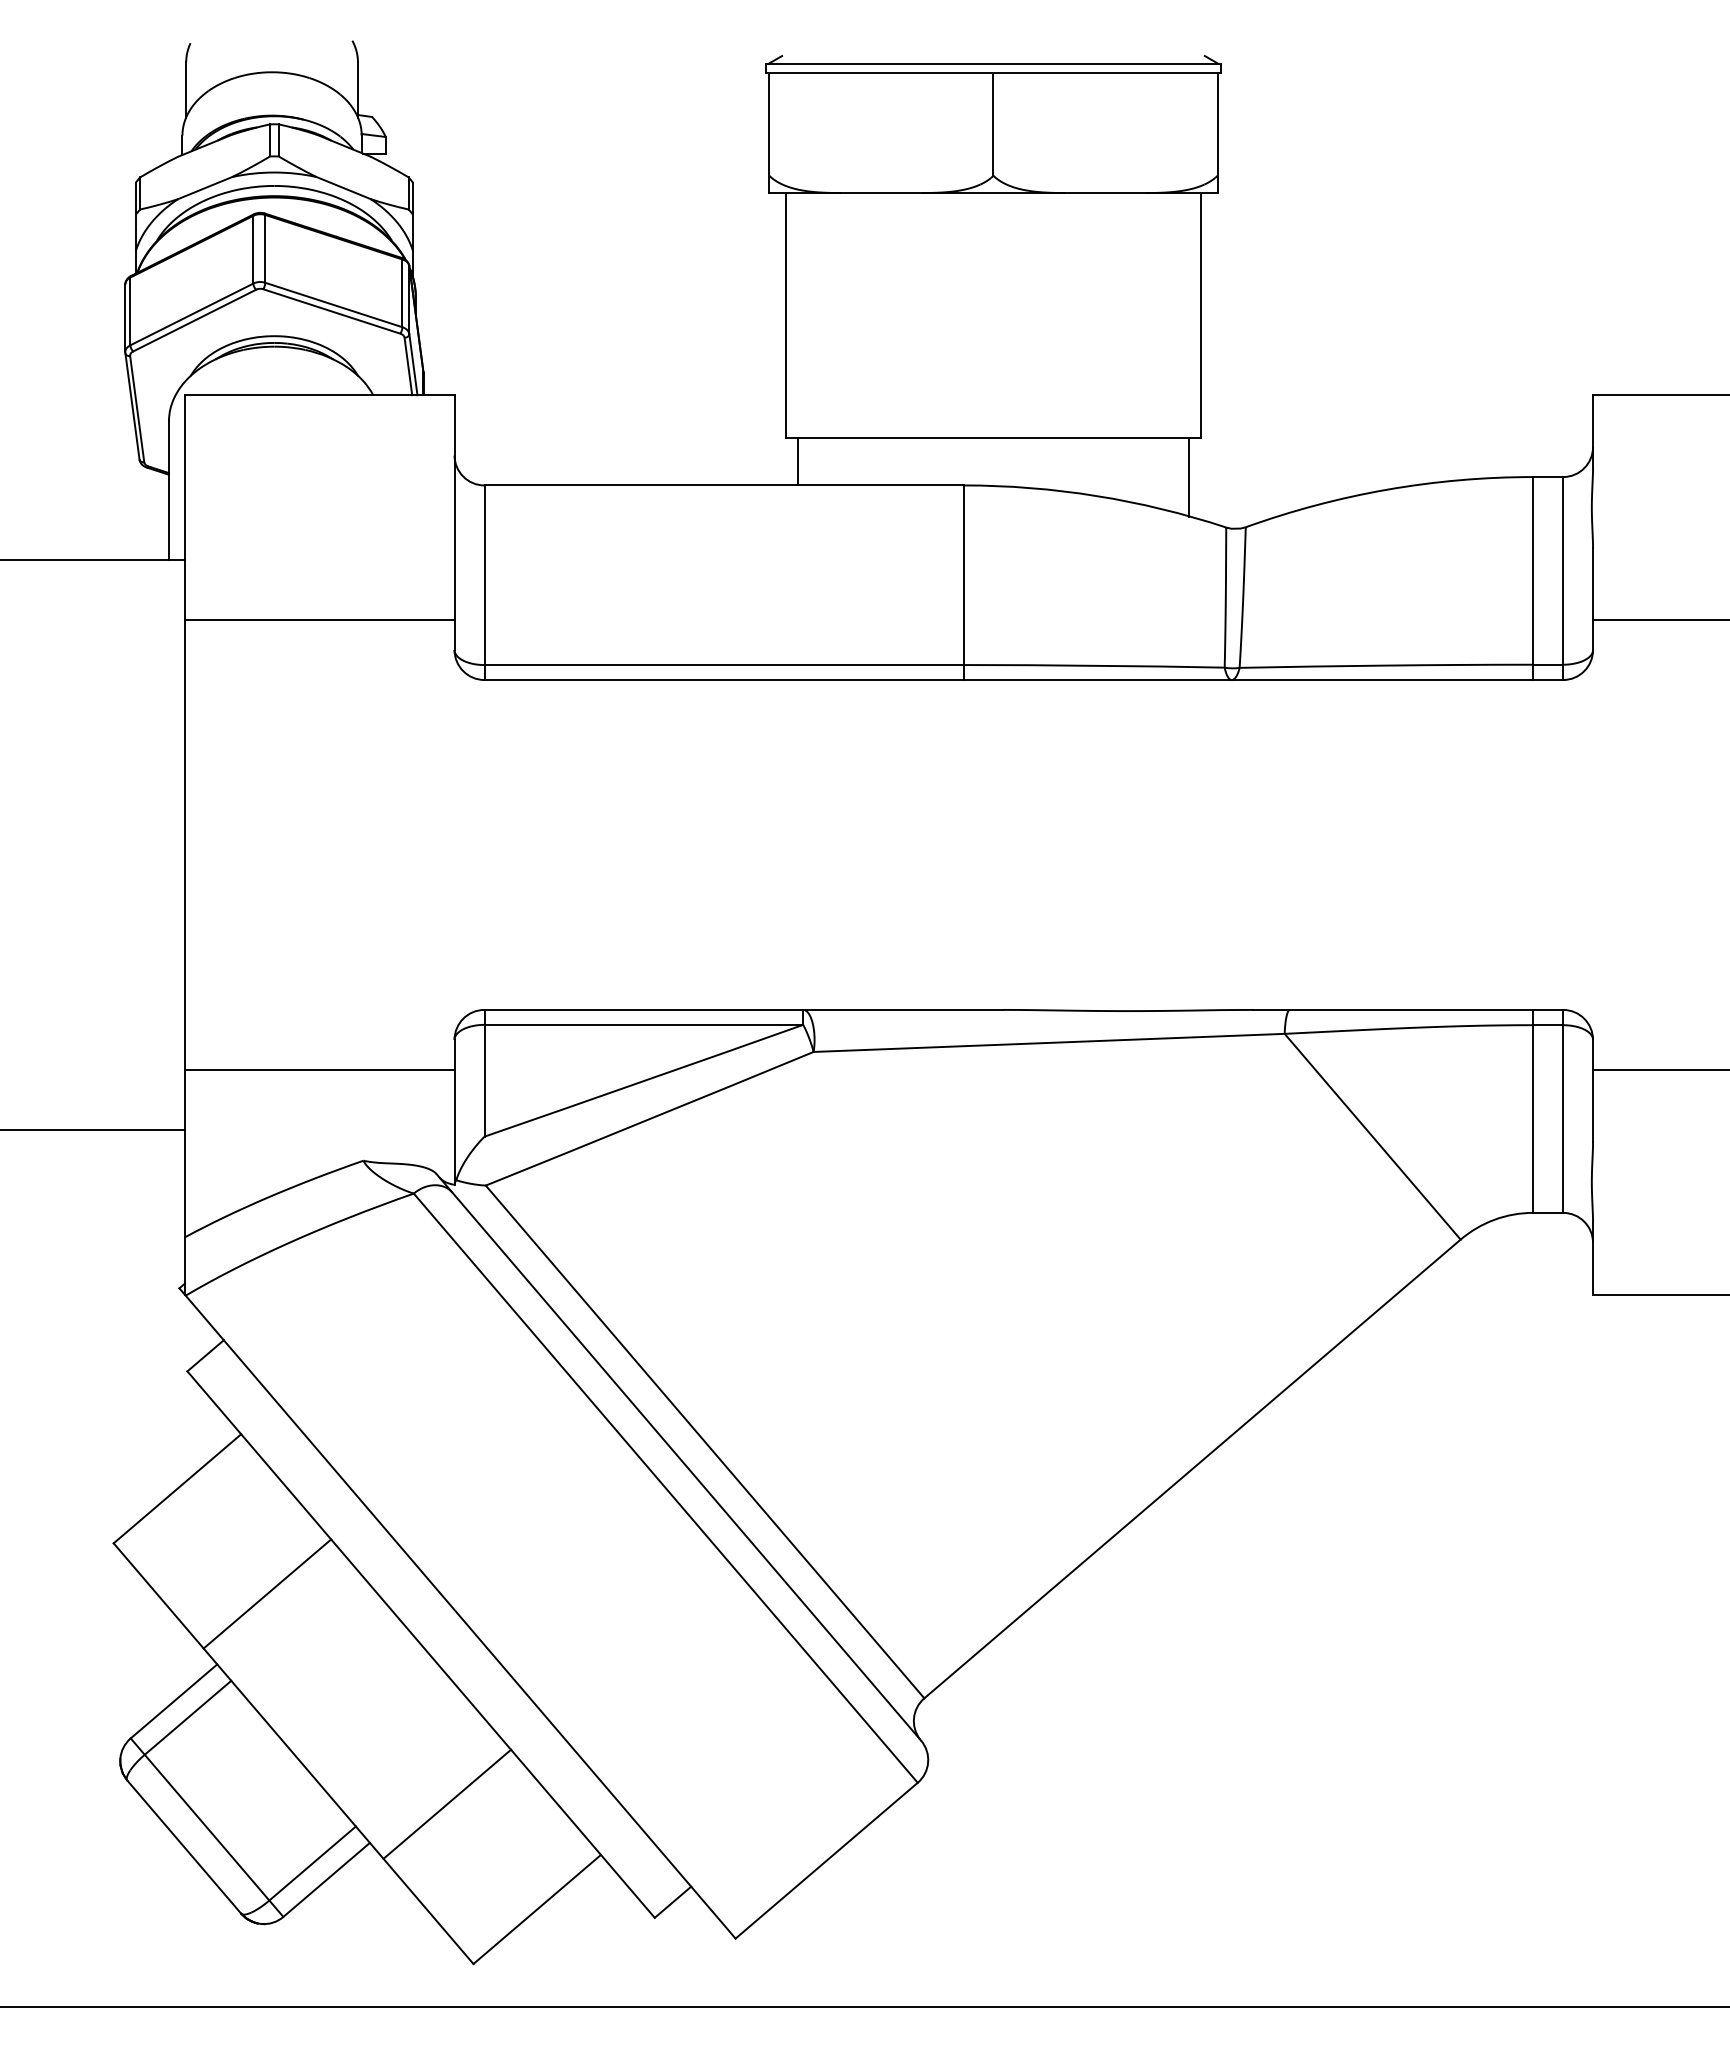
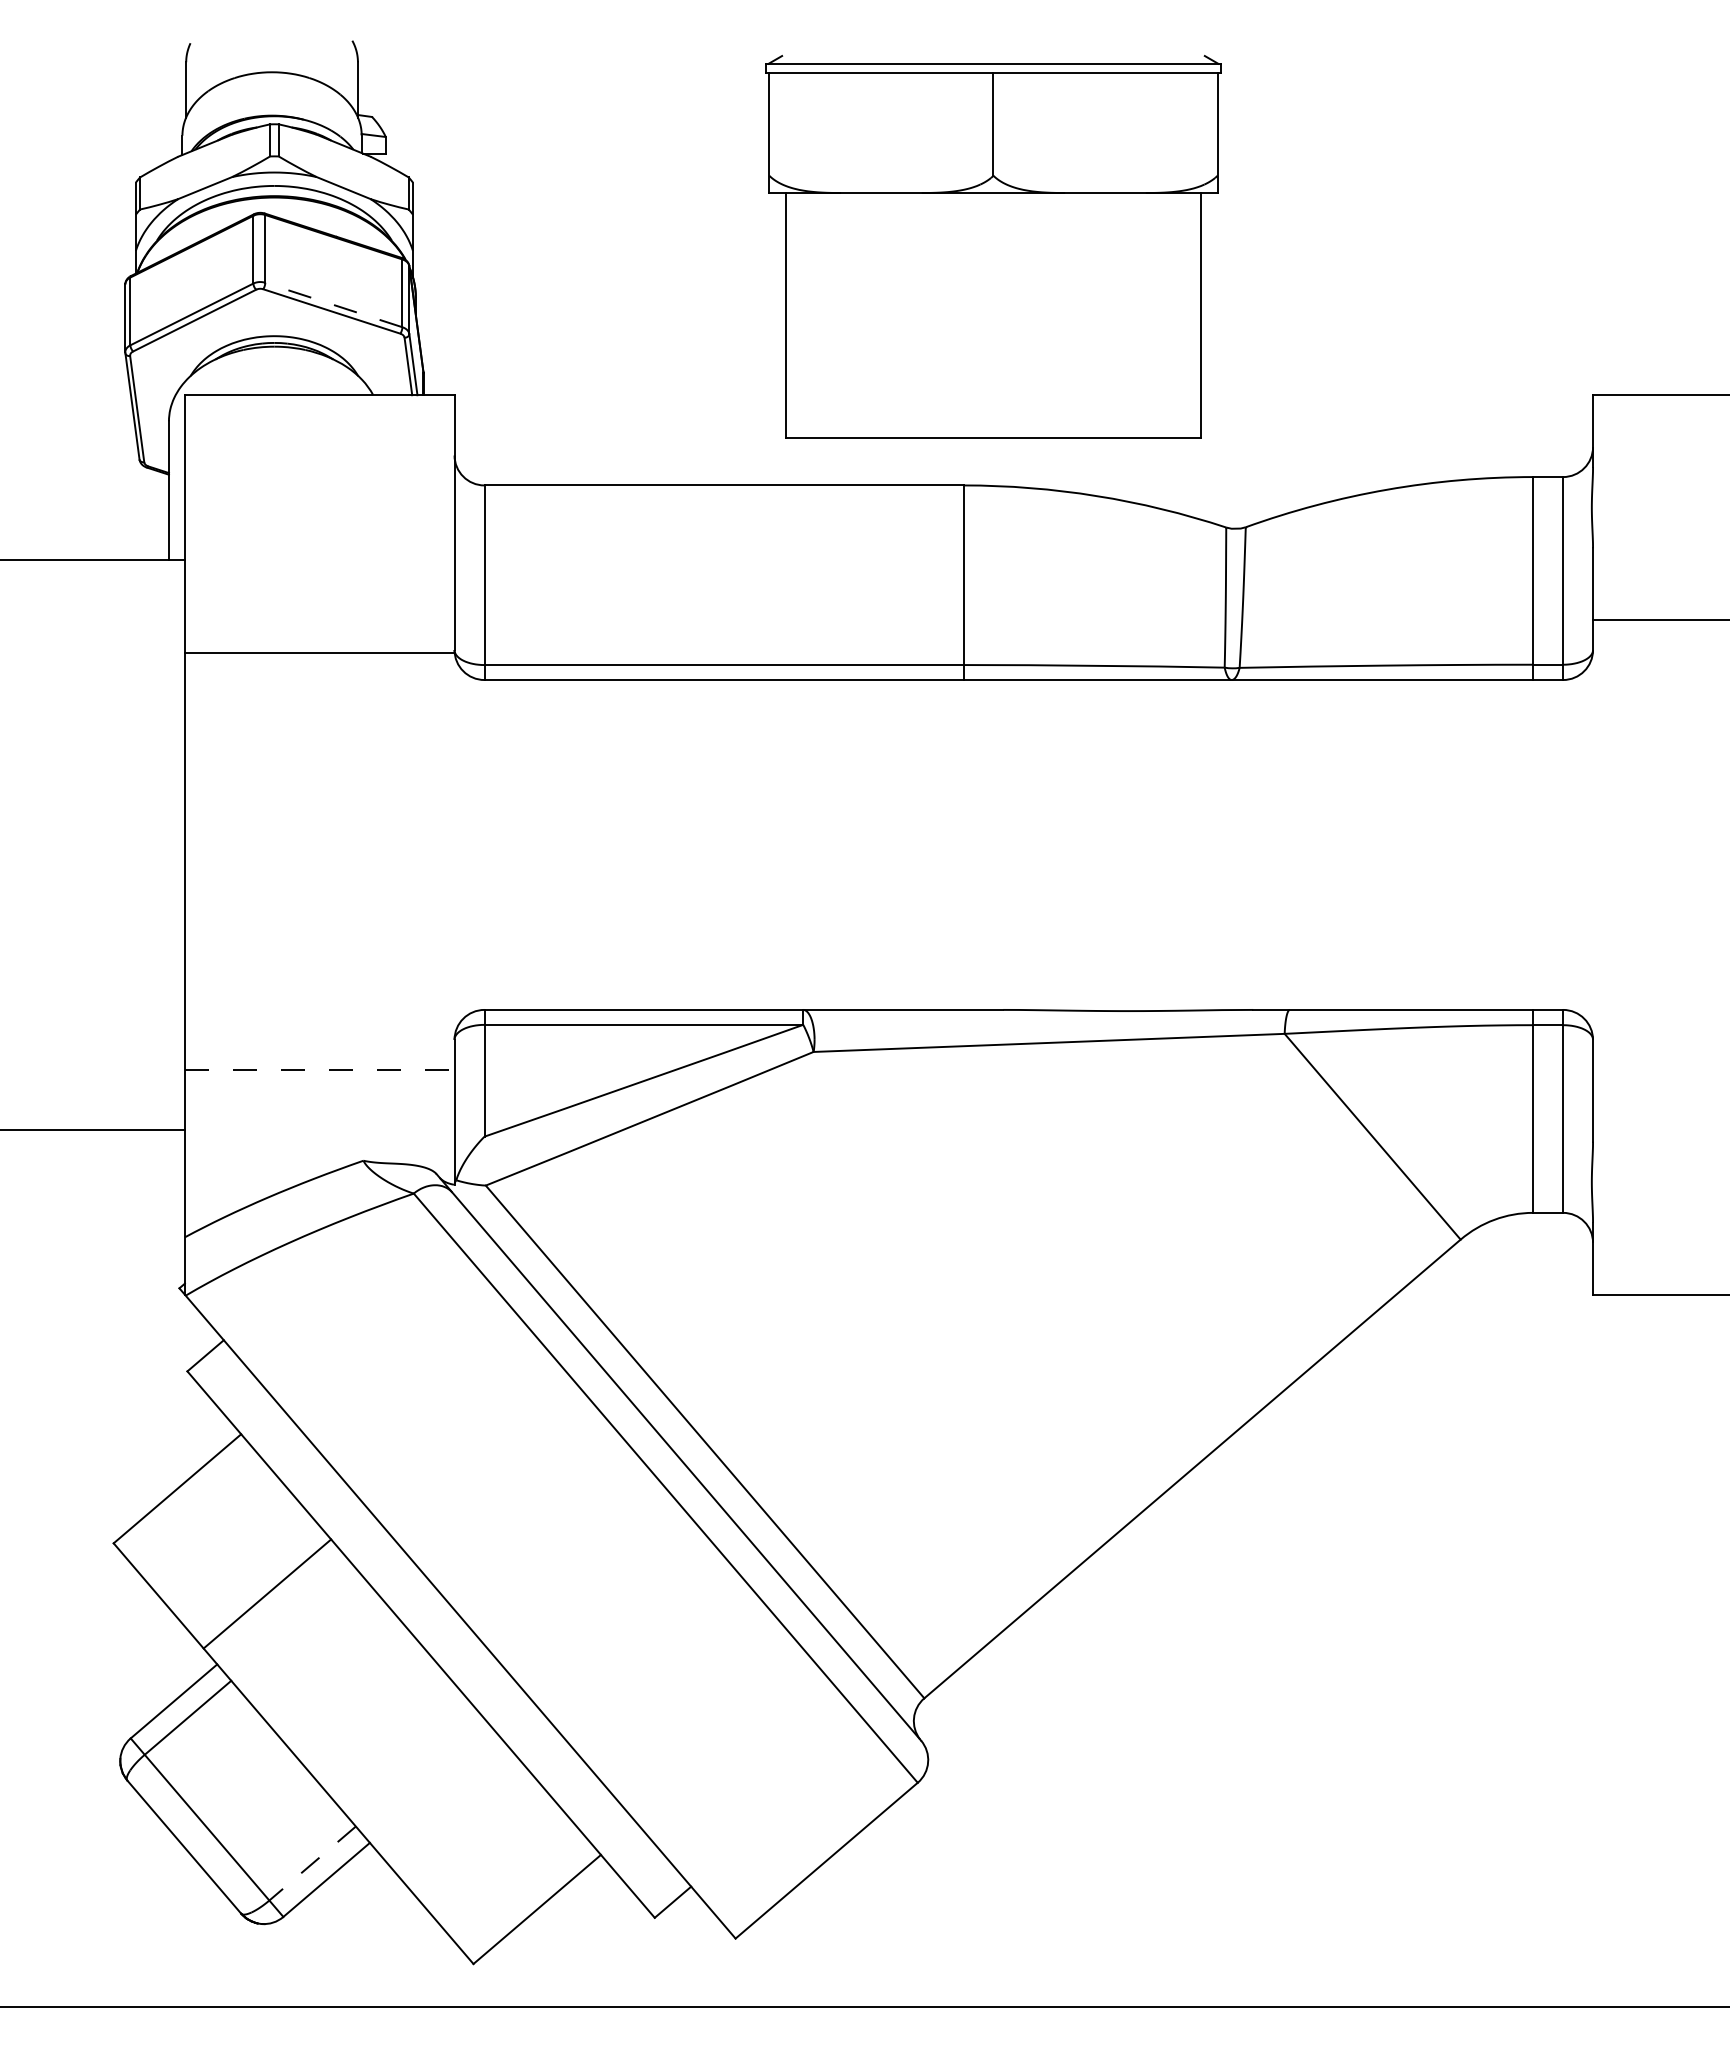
line at (333, 304): solid -> dashed
line at (798, 461): present -> none
line at (1188, 476): present -> none
line at (319, 620) position: (319, 620) -> (319, 653)
line at (319, 1069): solid -> dashed
line at (1659, 1069): present -> none
line at (447, 1803): present -> none
line at (312, 1863): solid -> dashed
